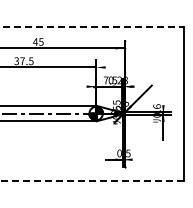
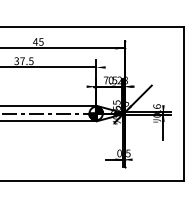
line at (92, 27): dashed -> solid
line at (92, 180): dashed -> solid
